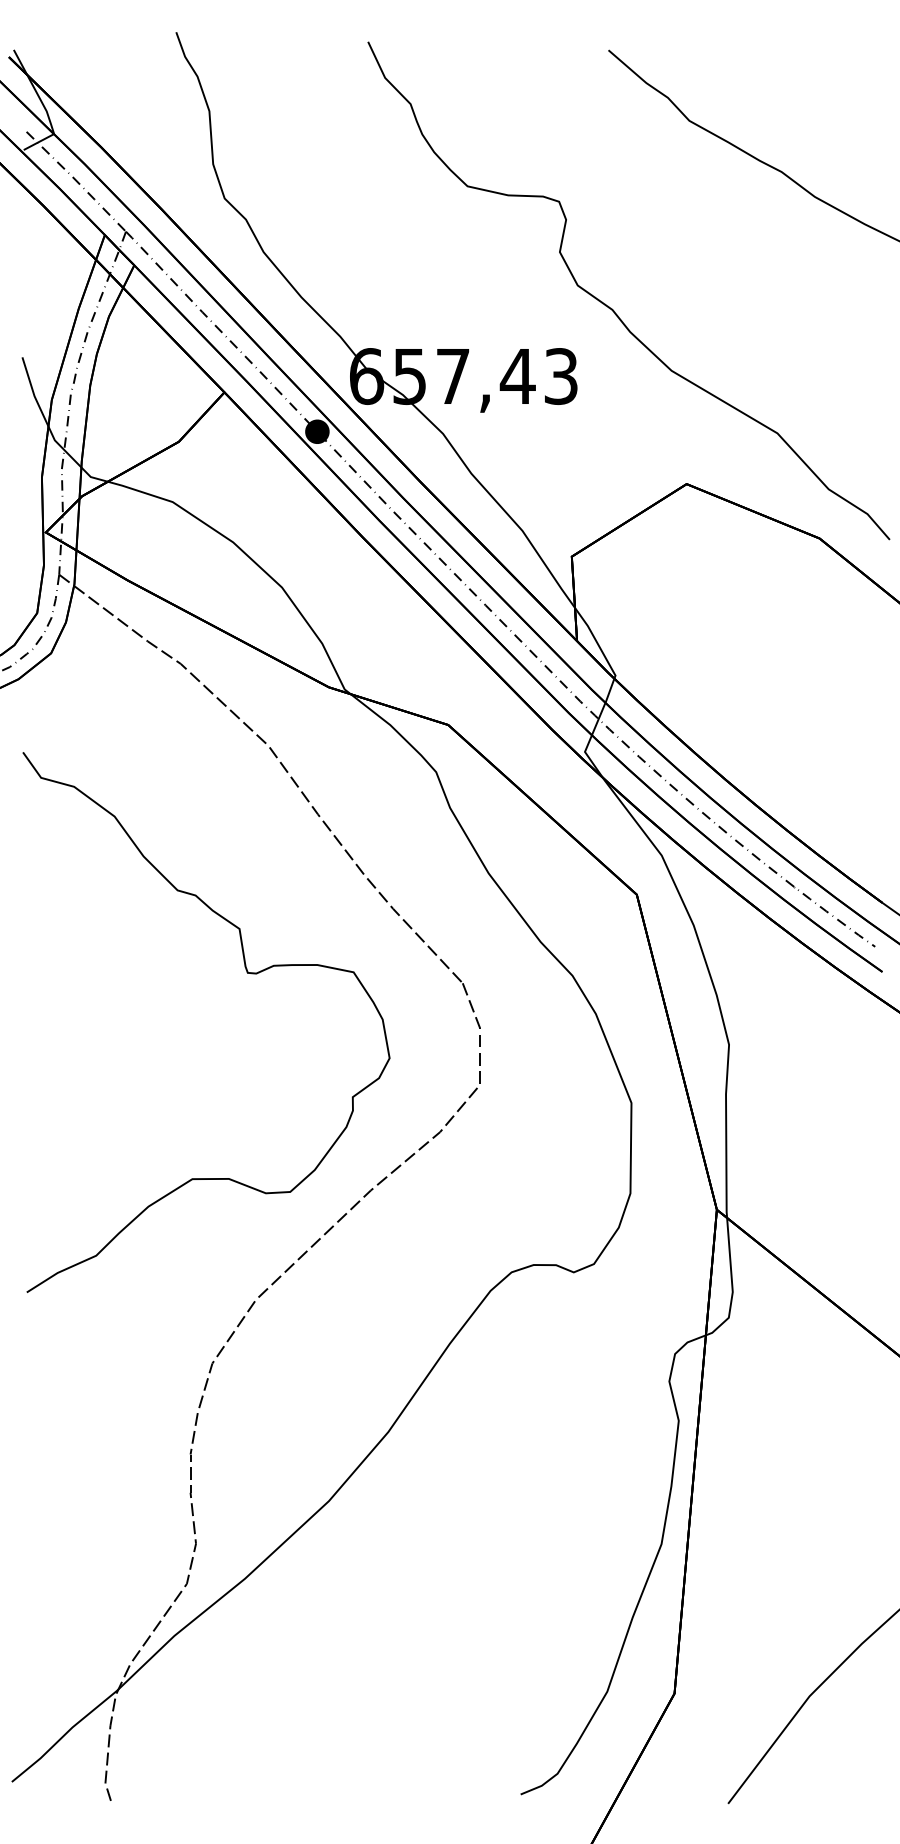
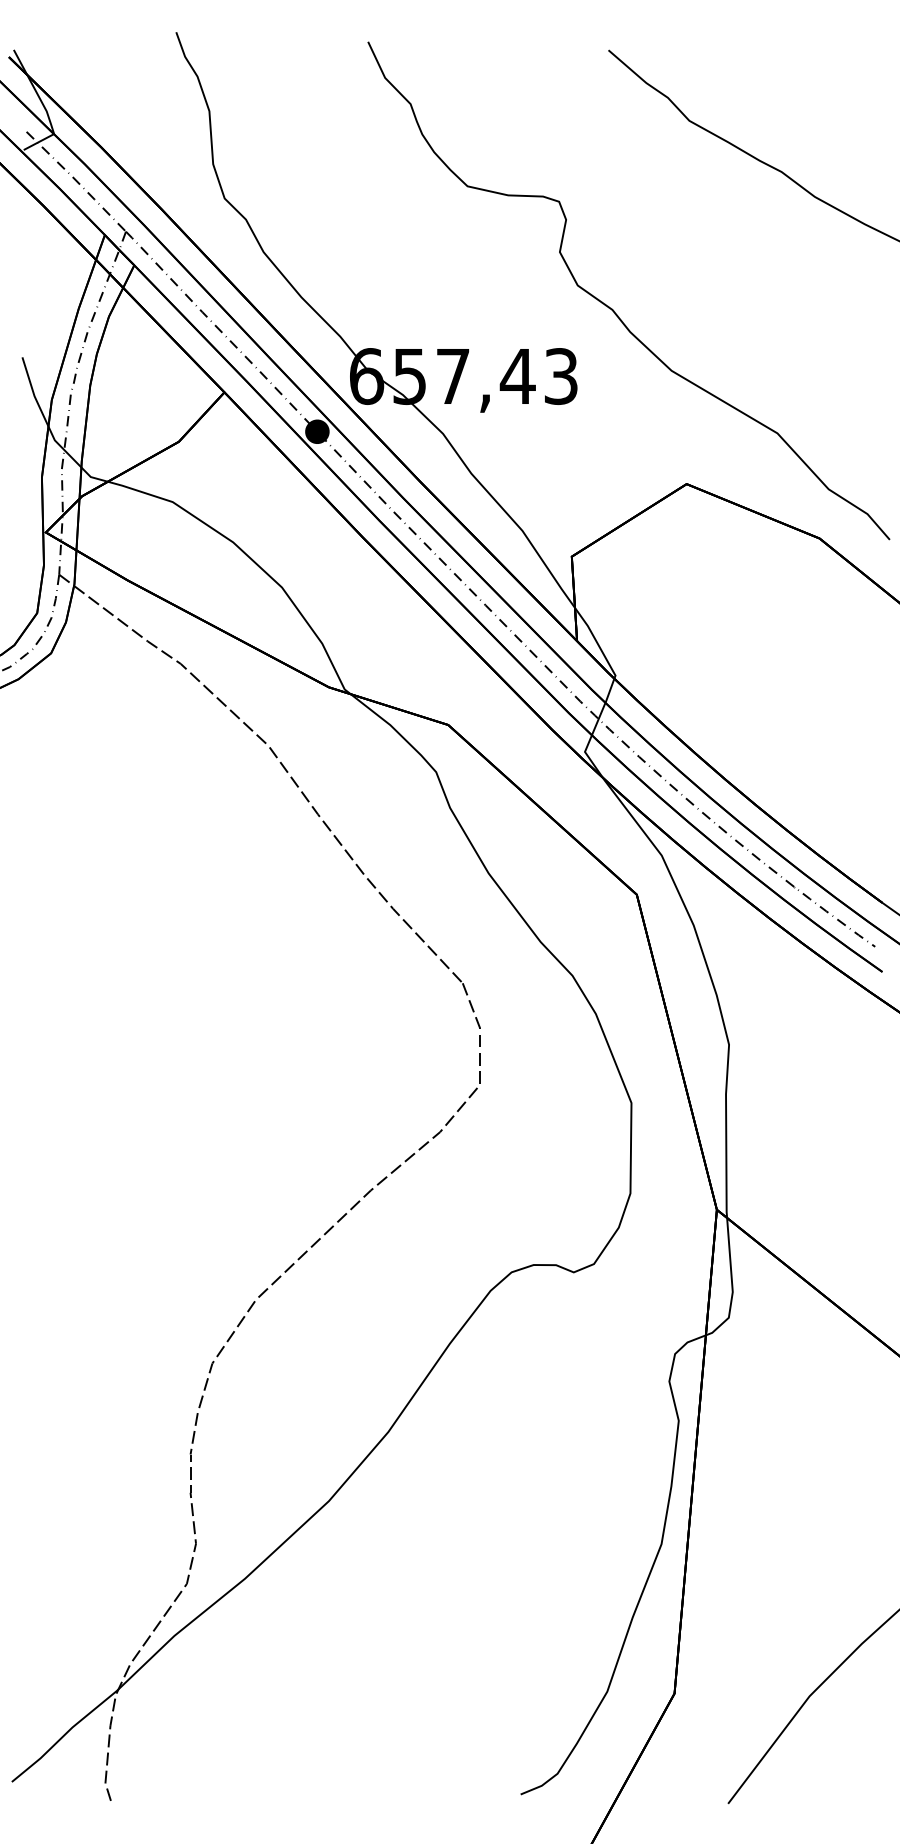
curve at (247, 973): present -> none
